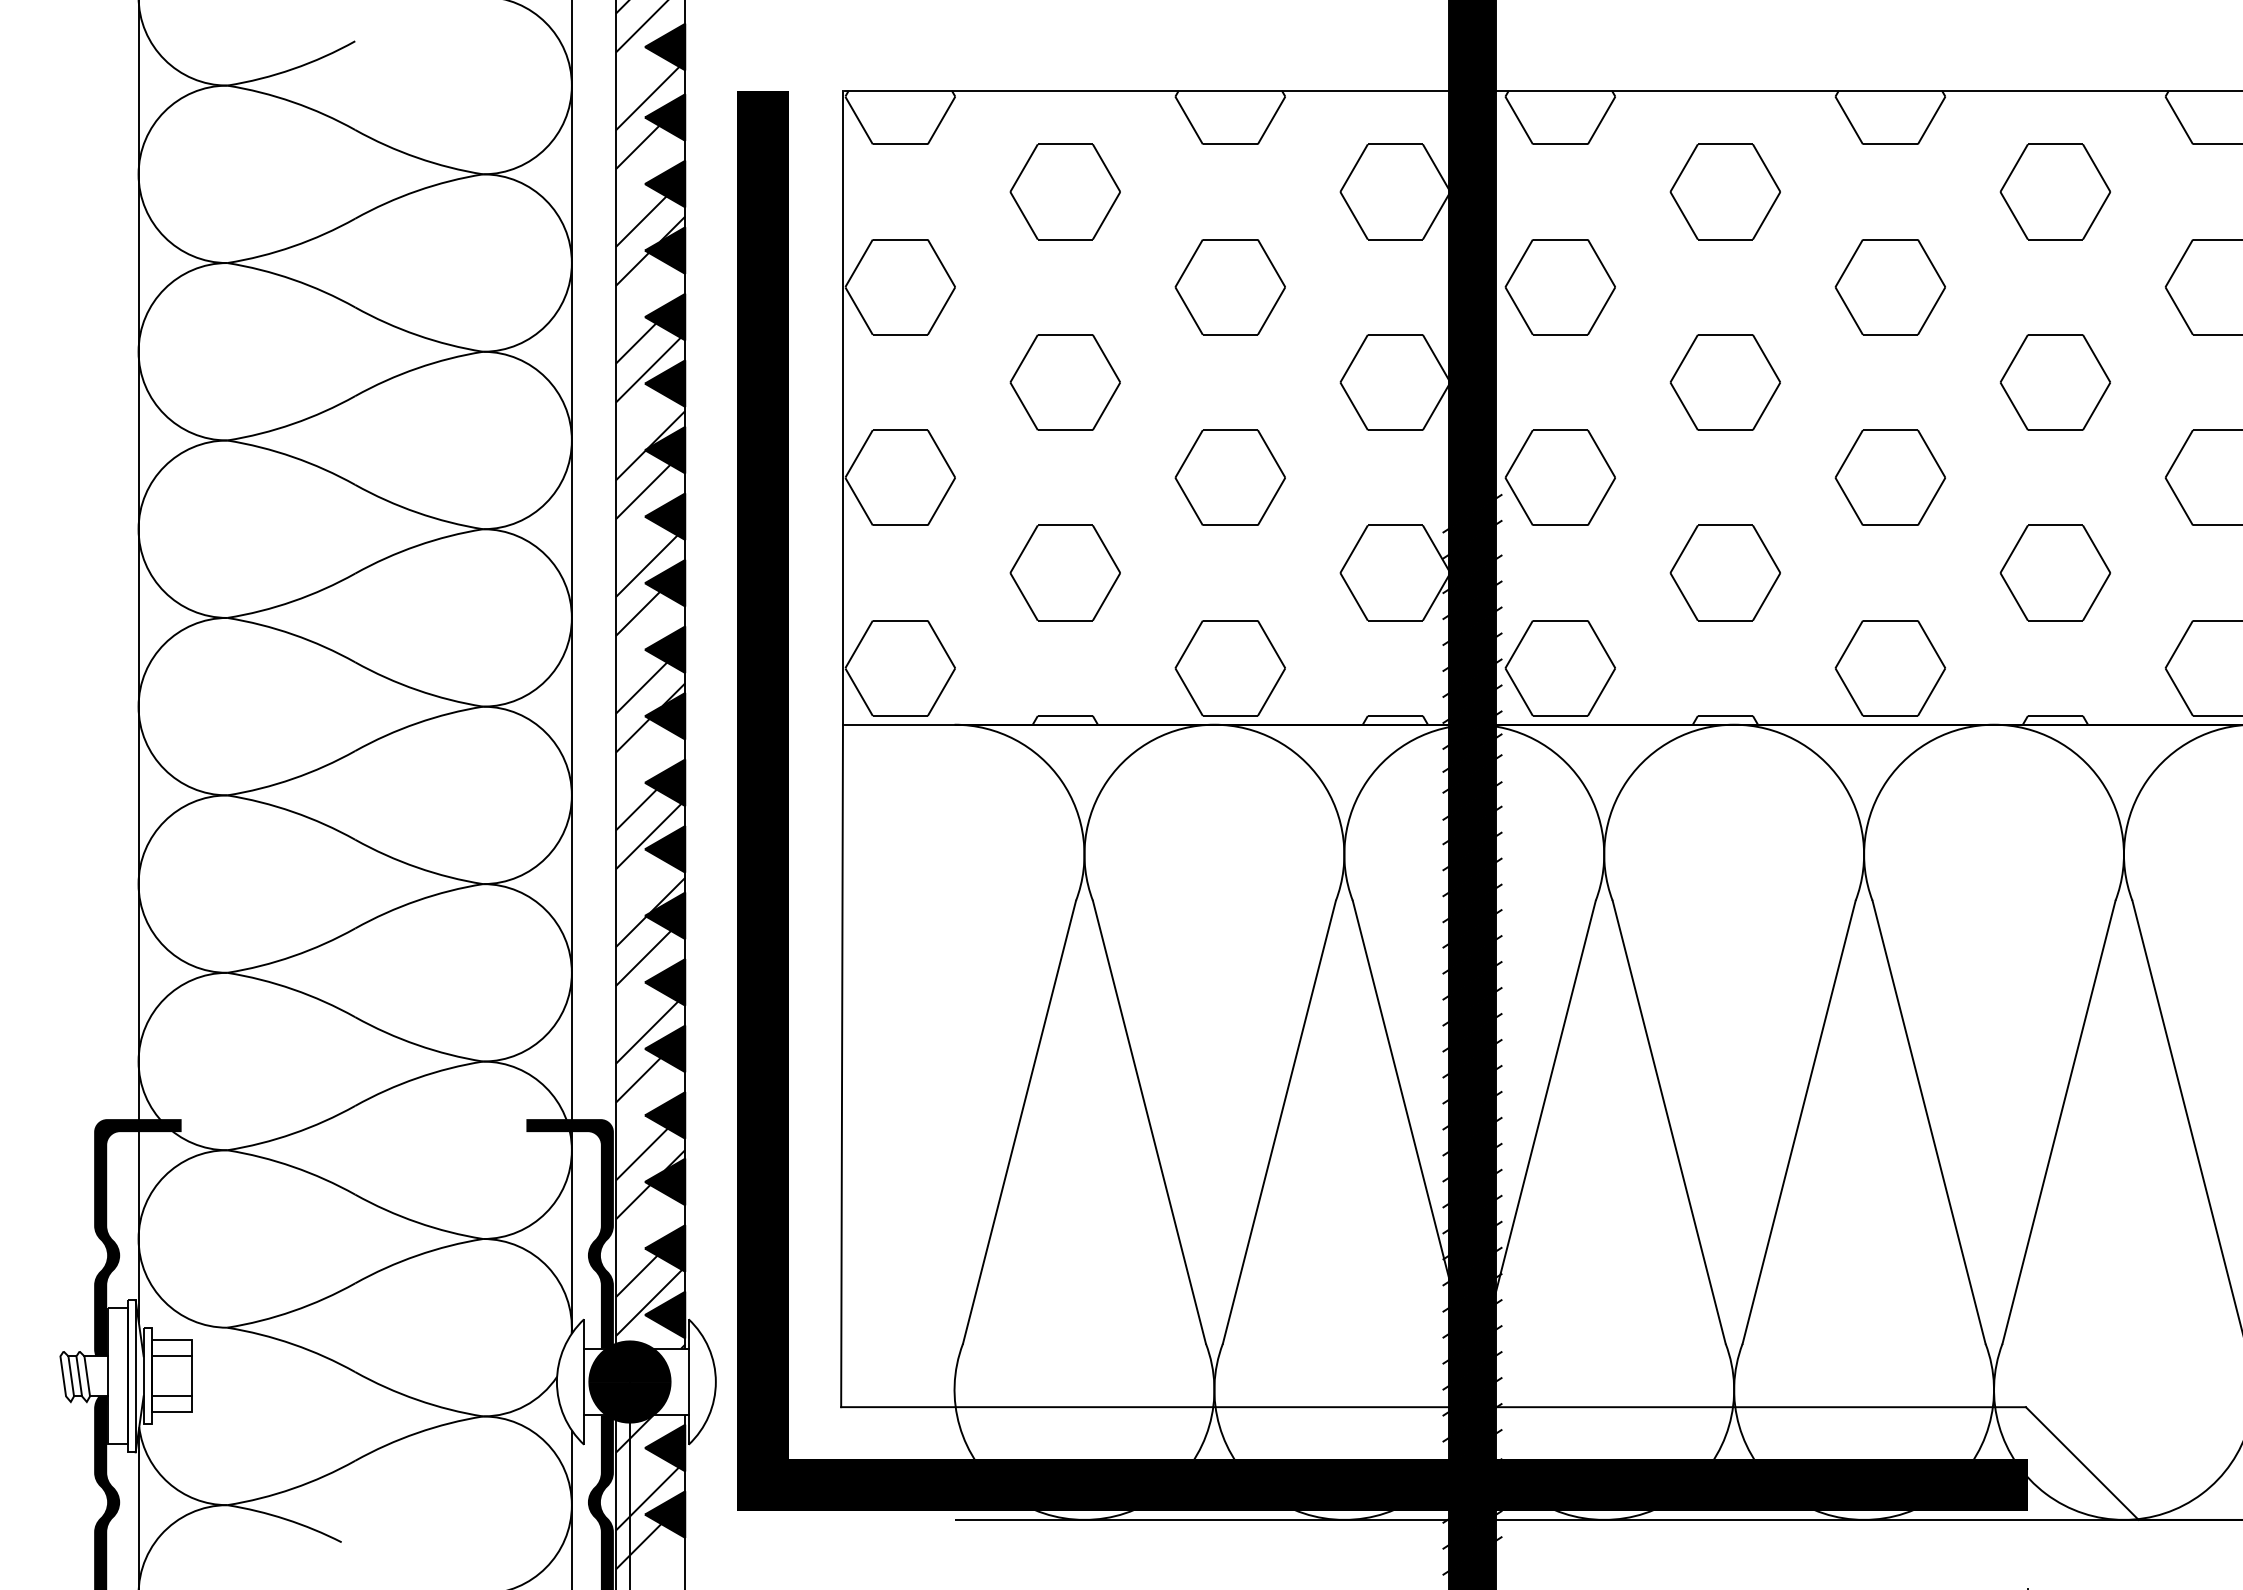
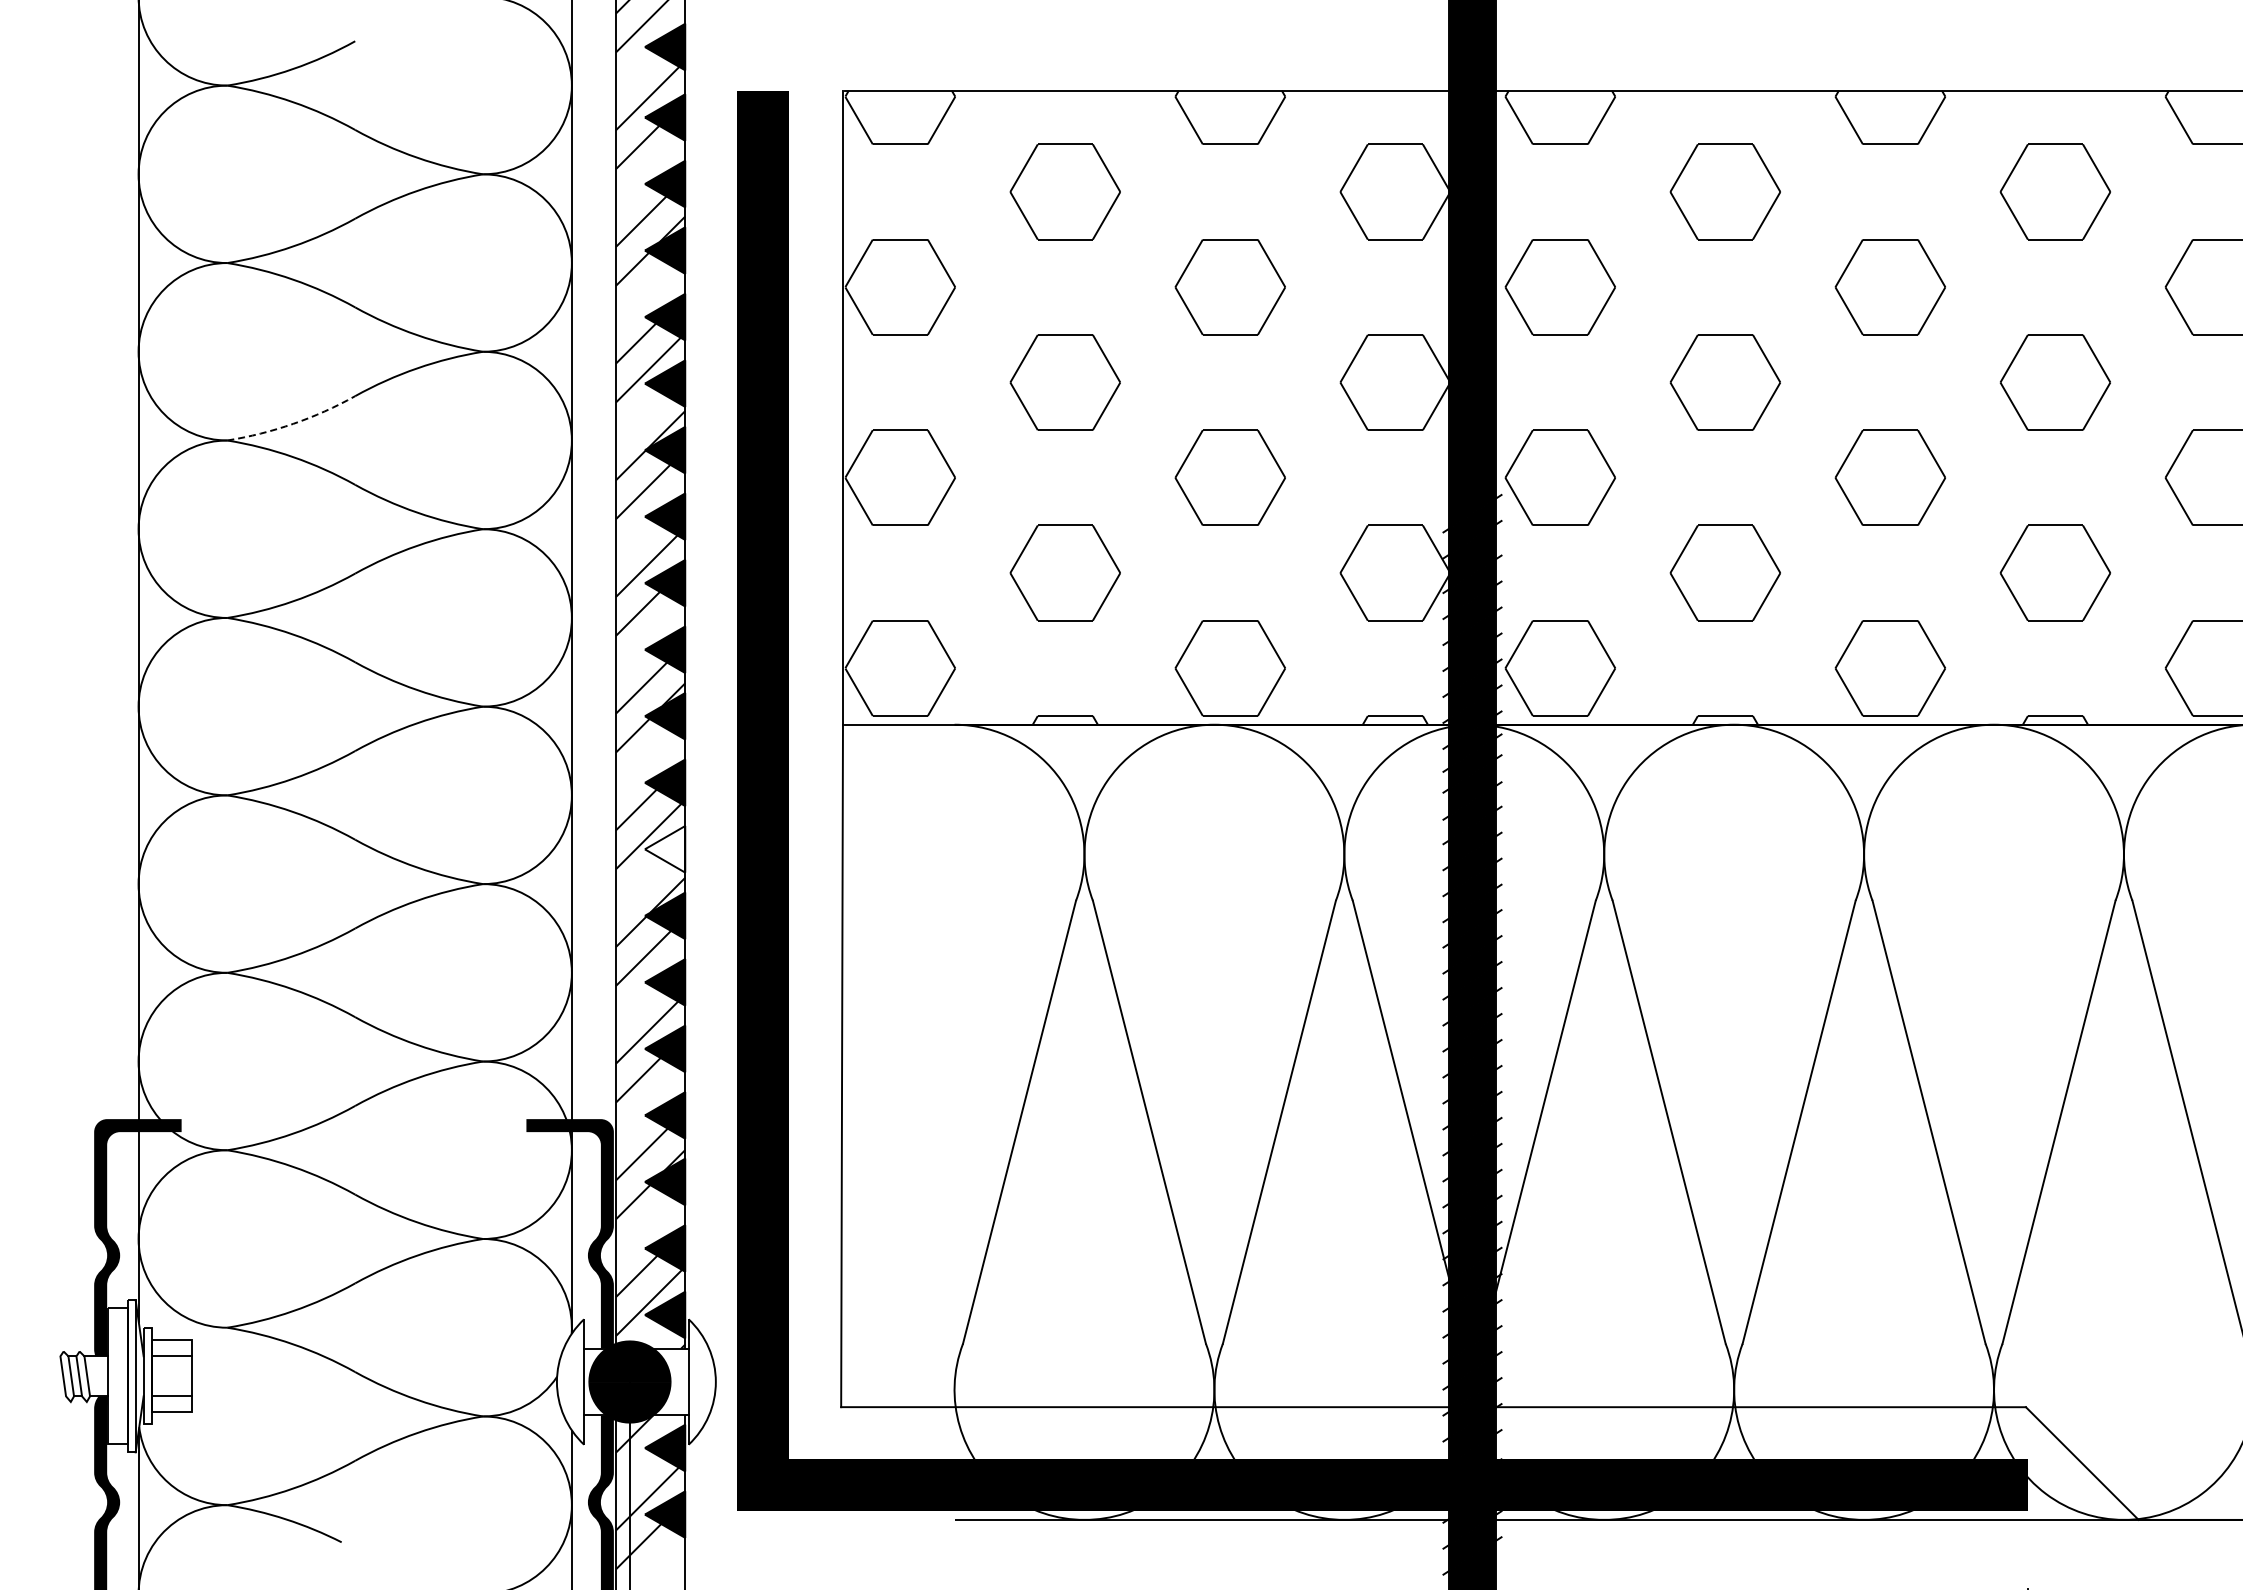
arc at (293, 423): solid -> dashed
fill at (664, 849): present -> none
